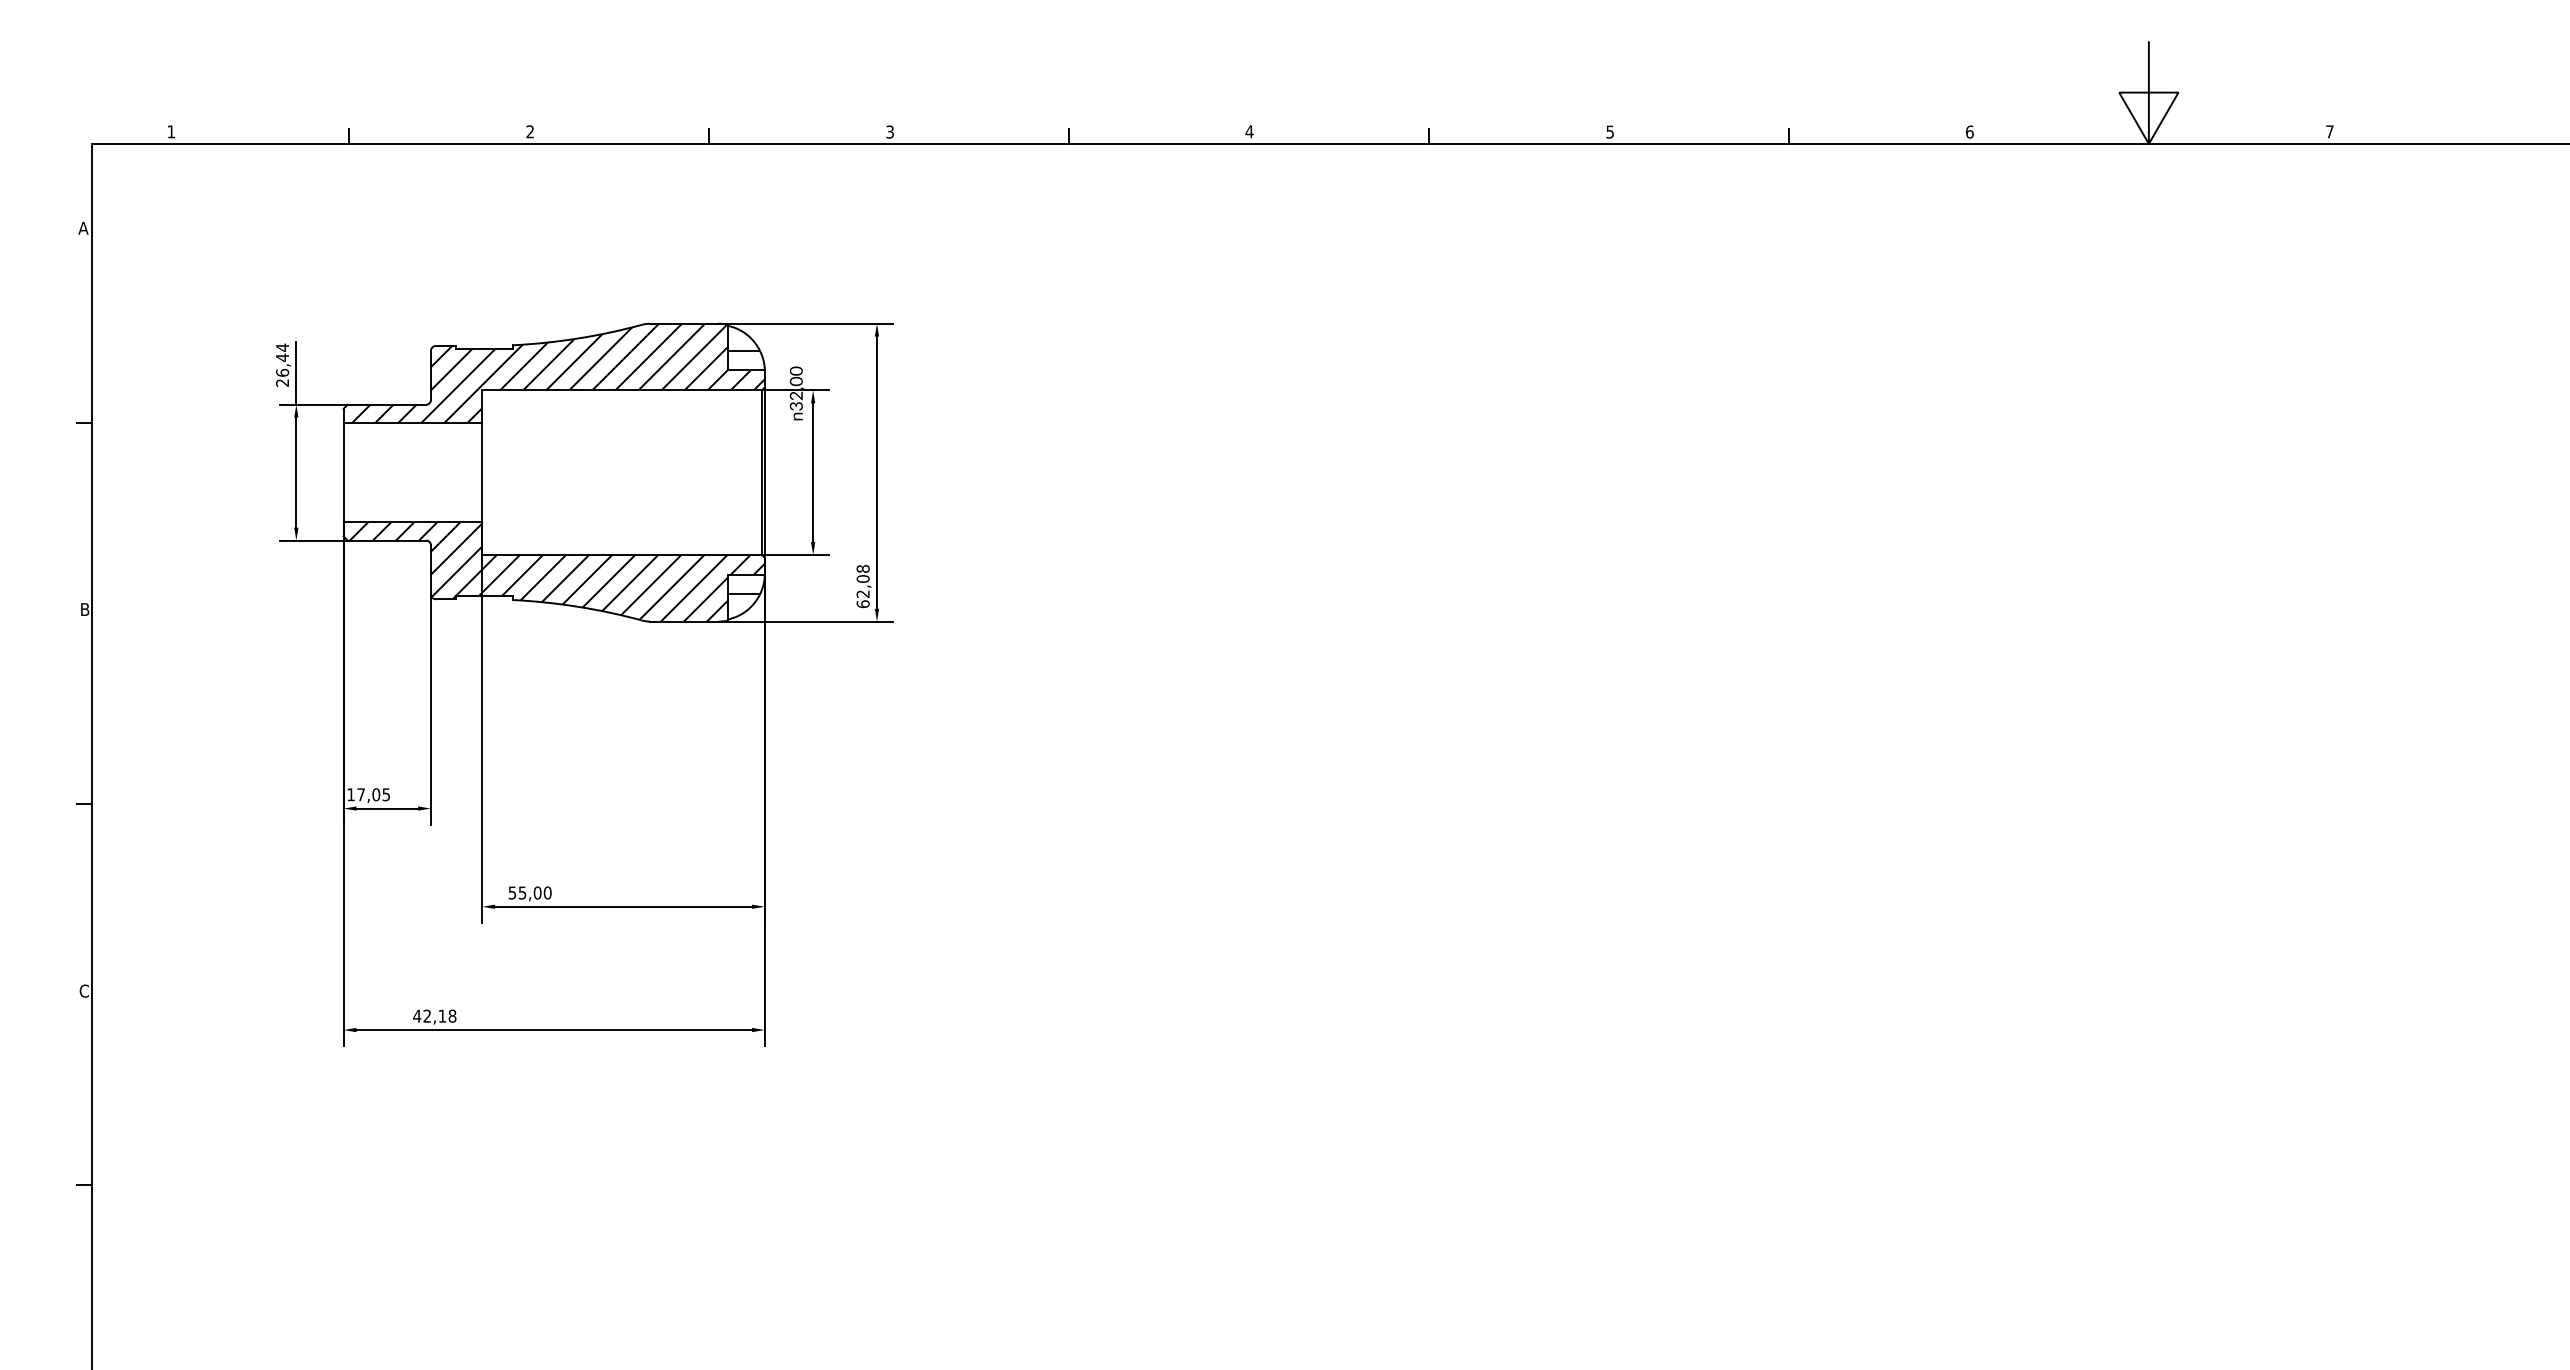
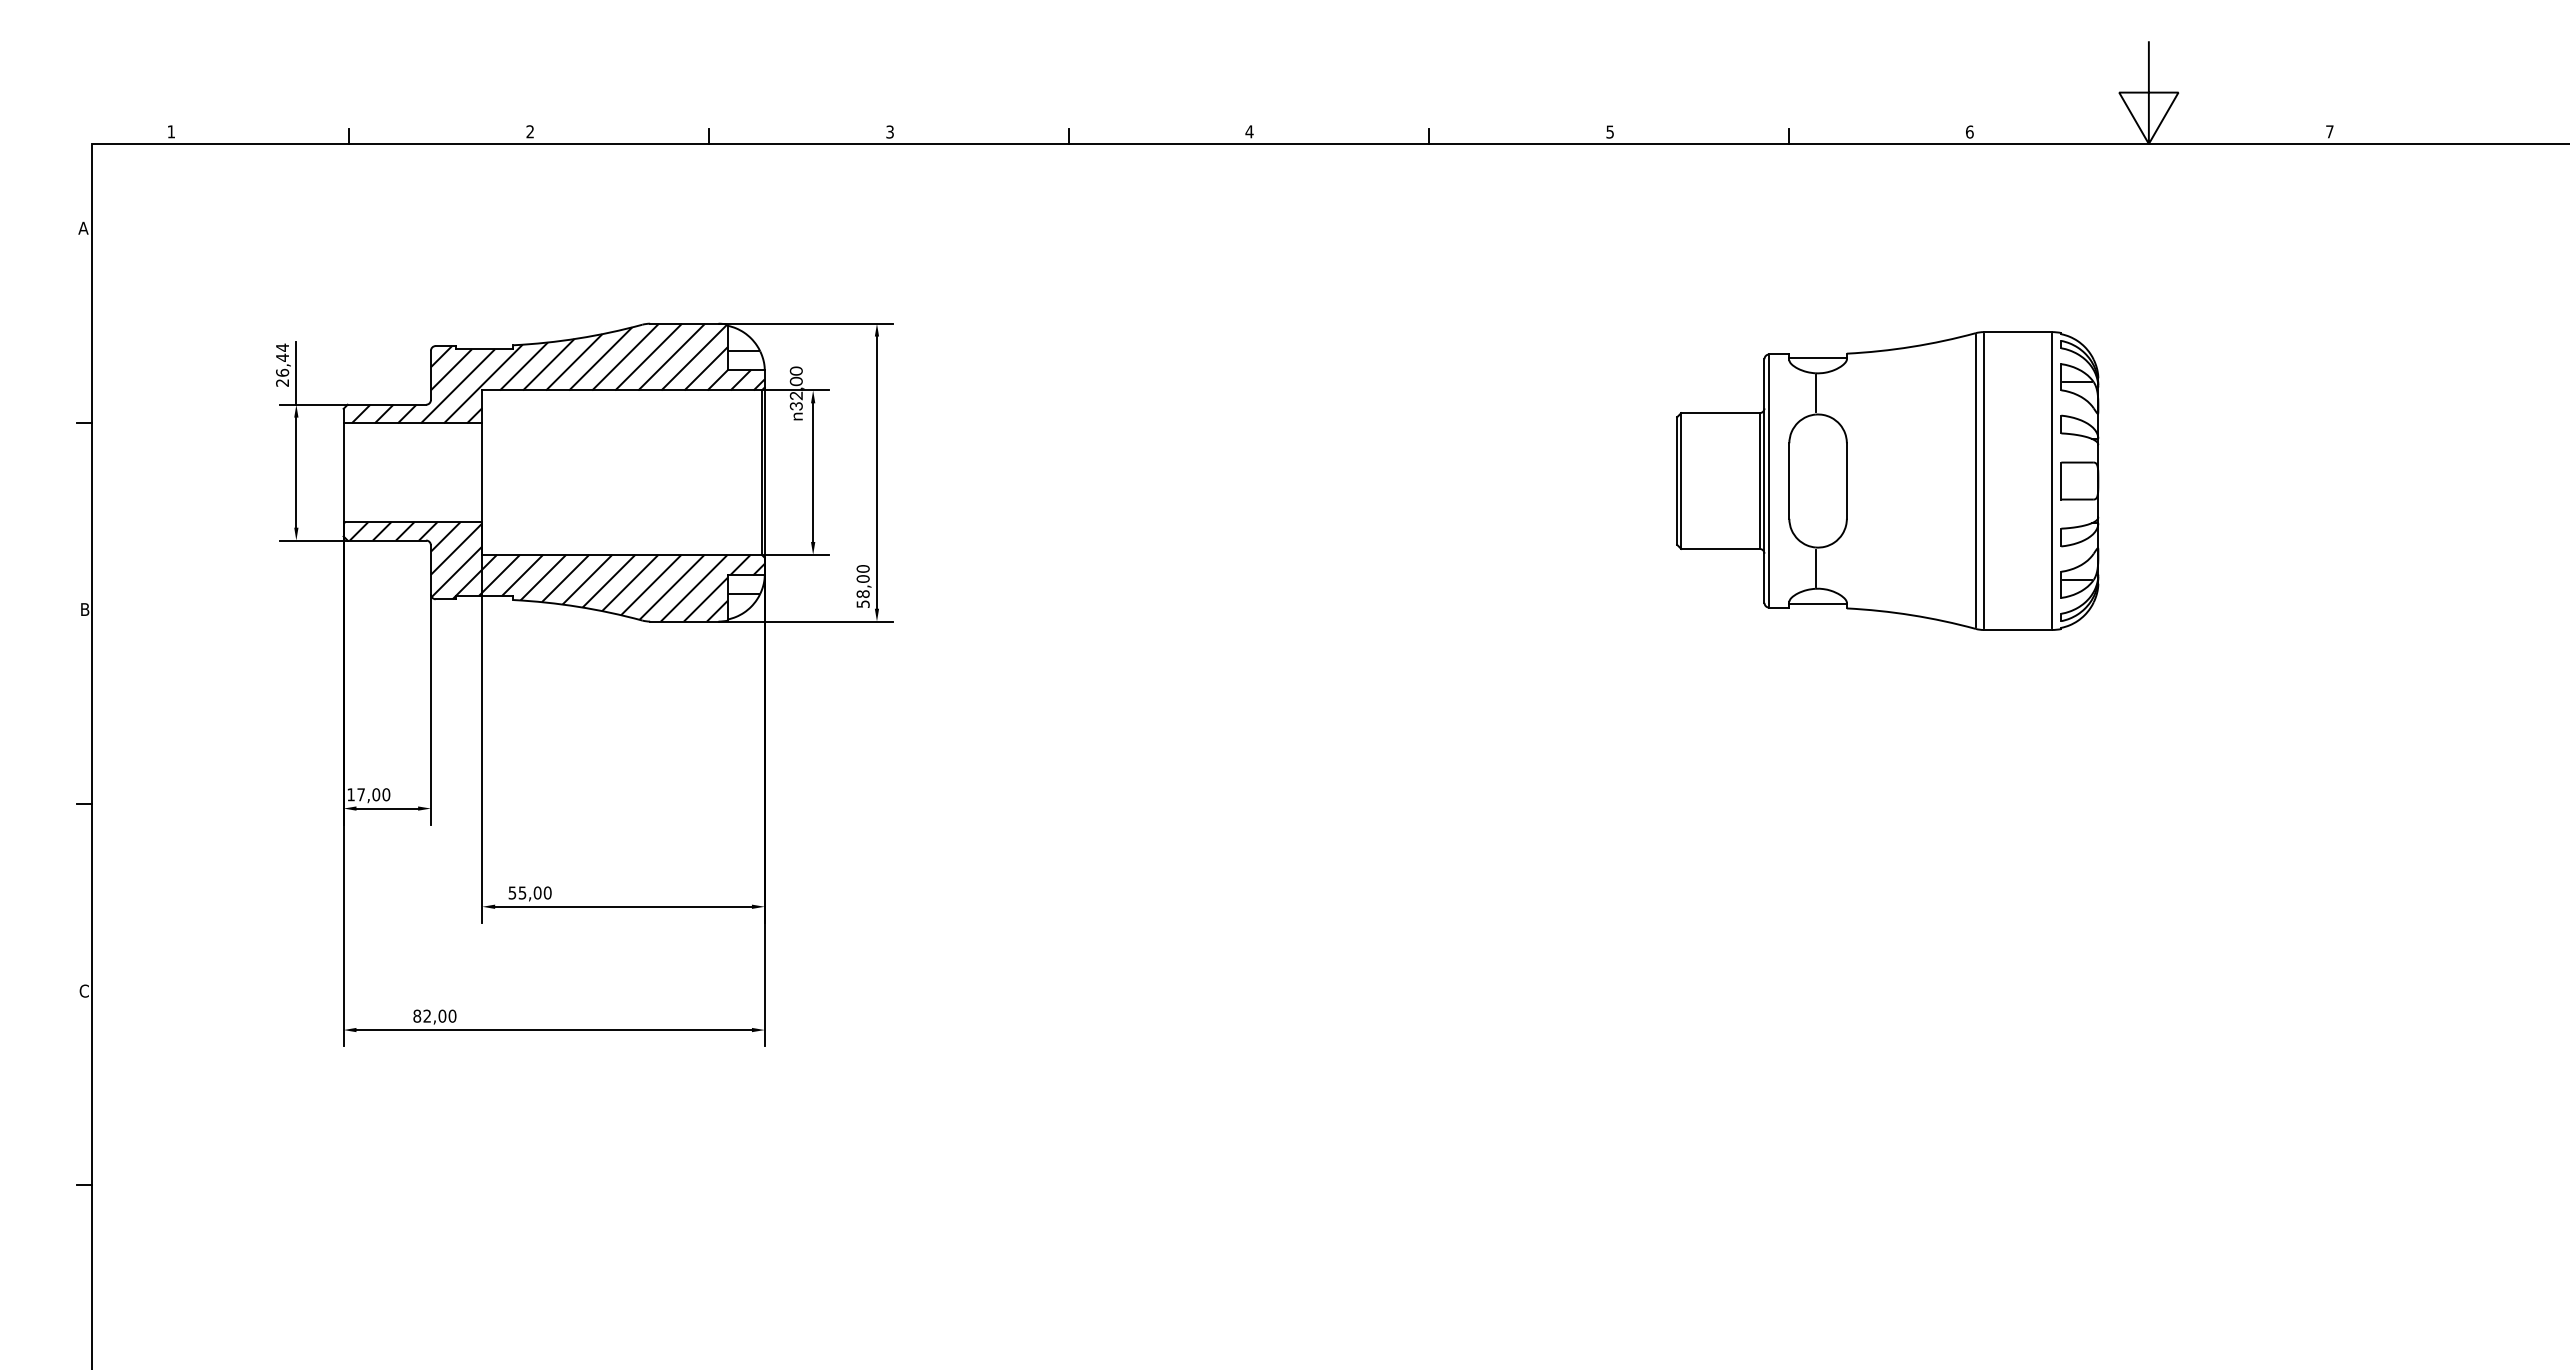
part at (1887, 480): none -> present
text at (862, 586): 62,08 -> 58,00
text at (386, 794): 17,05 -> 17,00
text at (434, 1015): 42,18 -> 82,00
